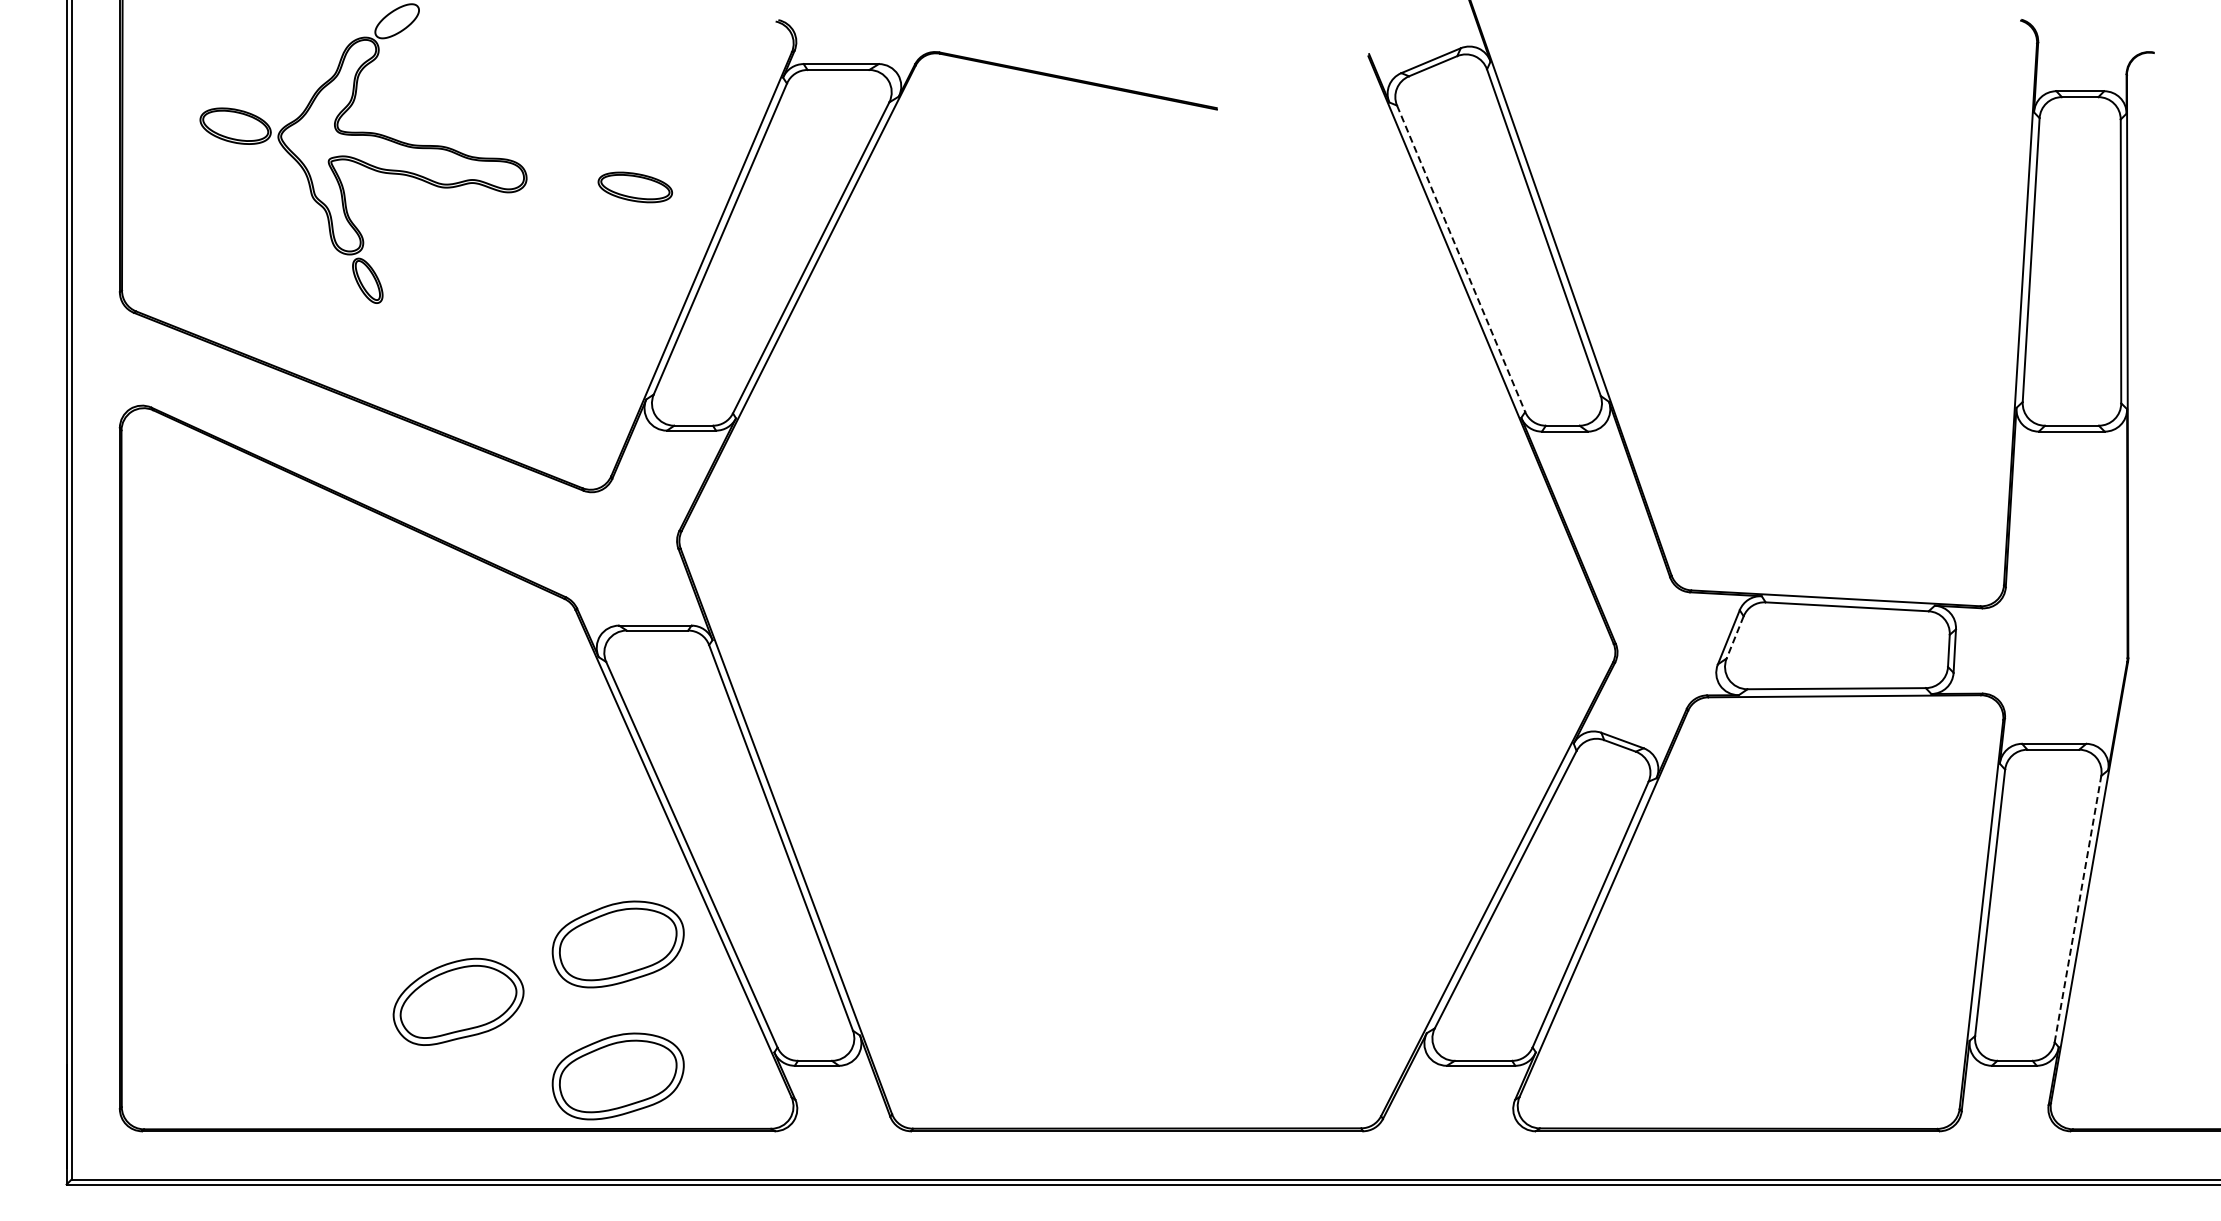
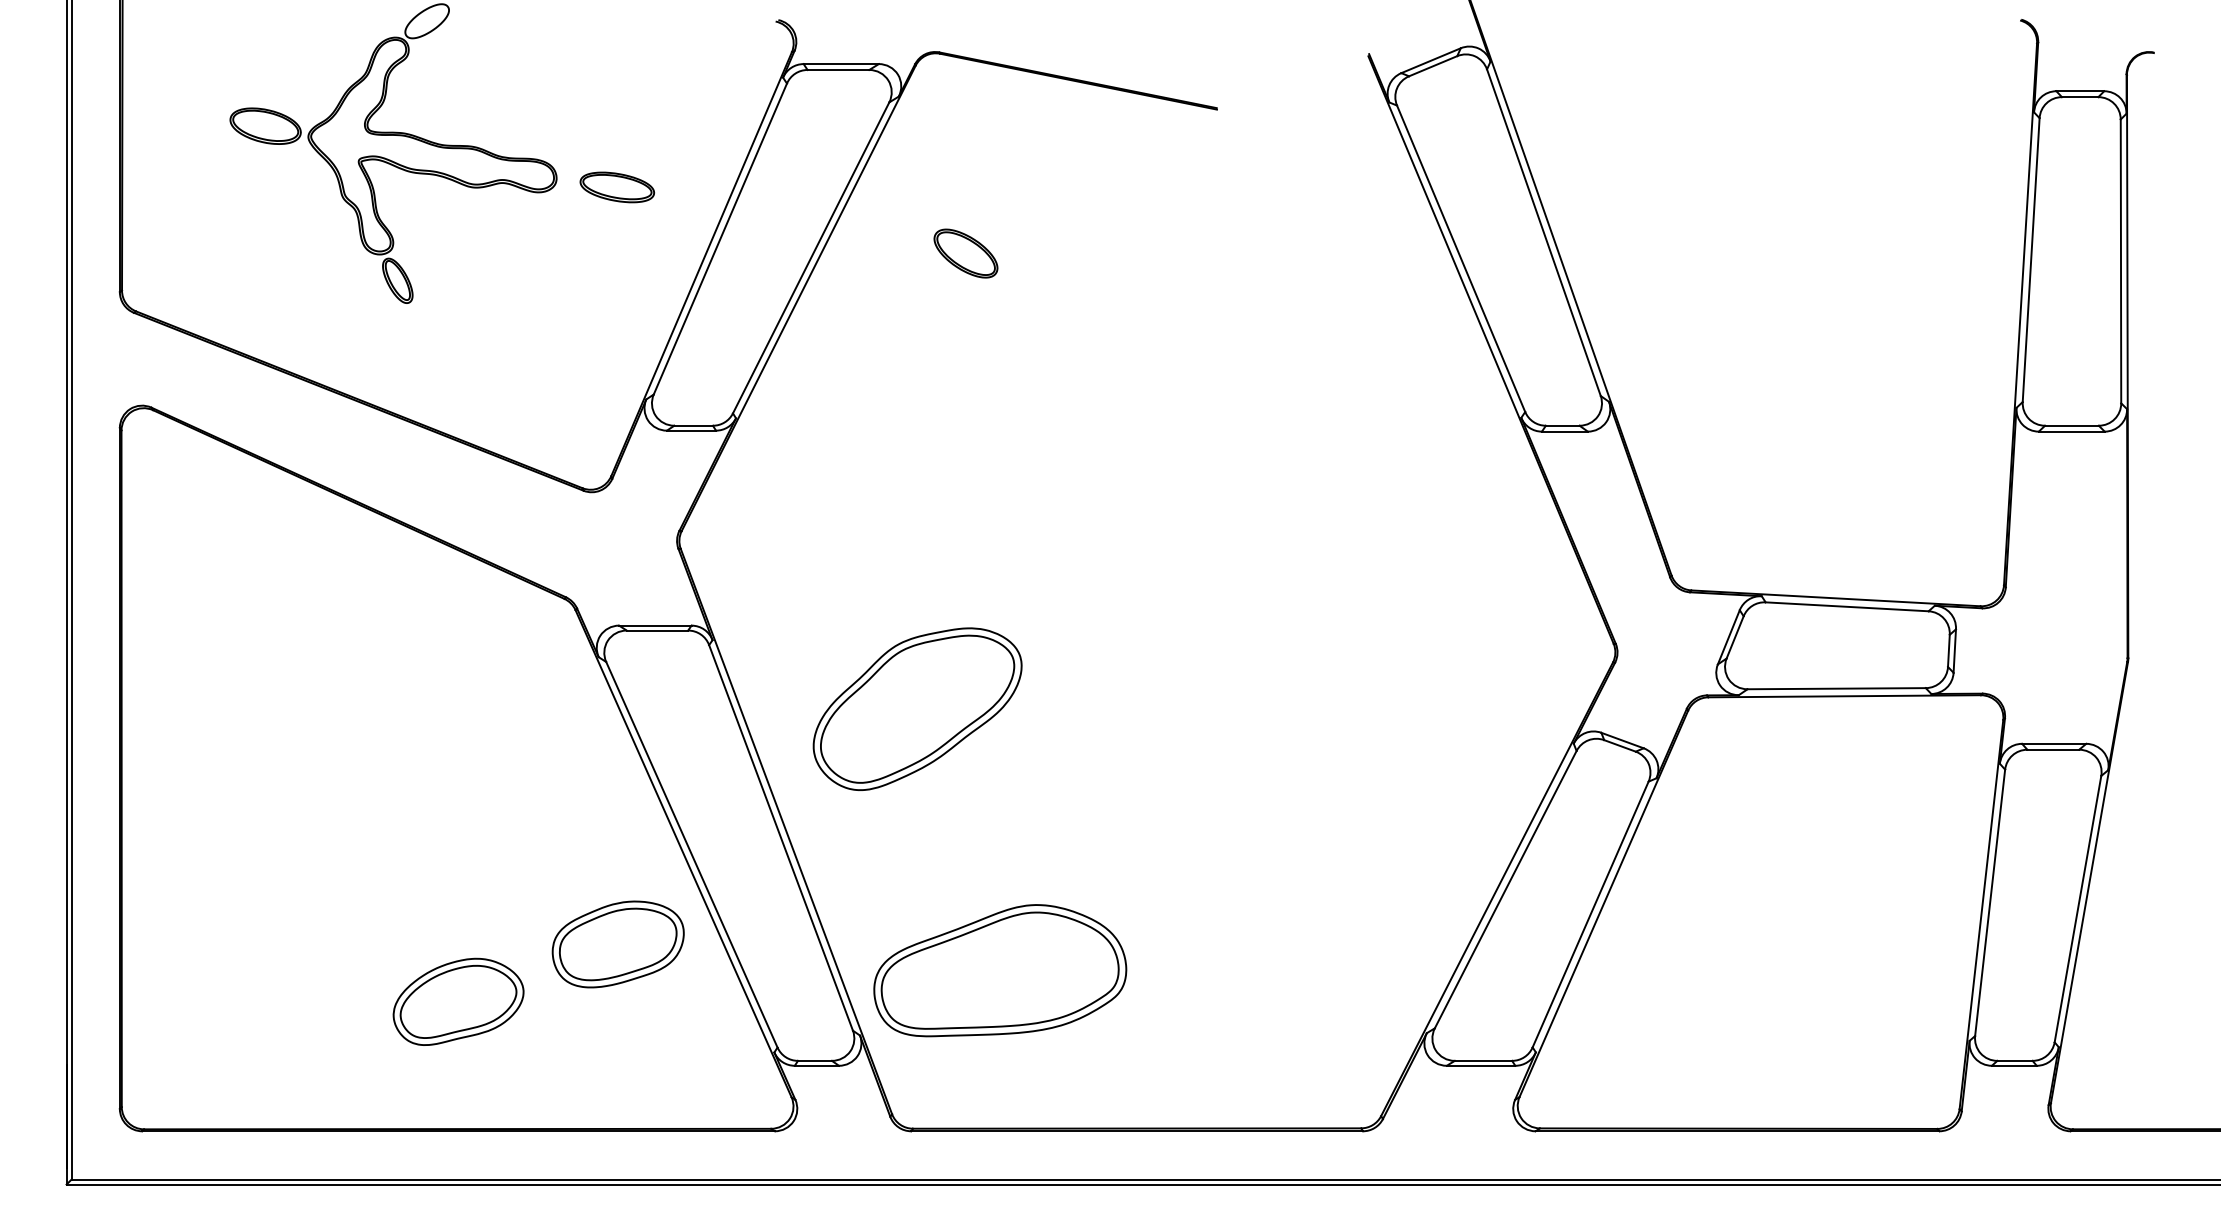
part at (363, 153) position: (363, 153) -> (393, 153)
part at (634, 187) position: (634, 187) -> (616, 187)
part at (965, 253): none -> present
line at (1461, 259): dashed -> solid
line at (1735, 637): dashed -> solid
part at (917, 708): none -> present
line at (2078, 908): dashed -> solid
part at (1000, 970): none -> present
part at (617, 1076): present -> none
